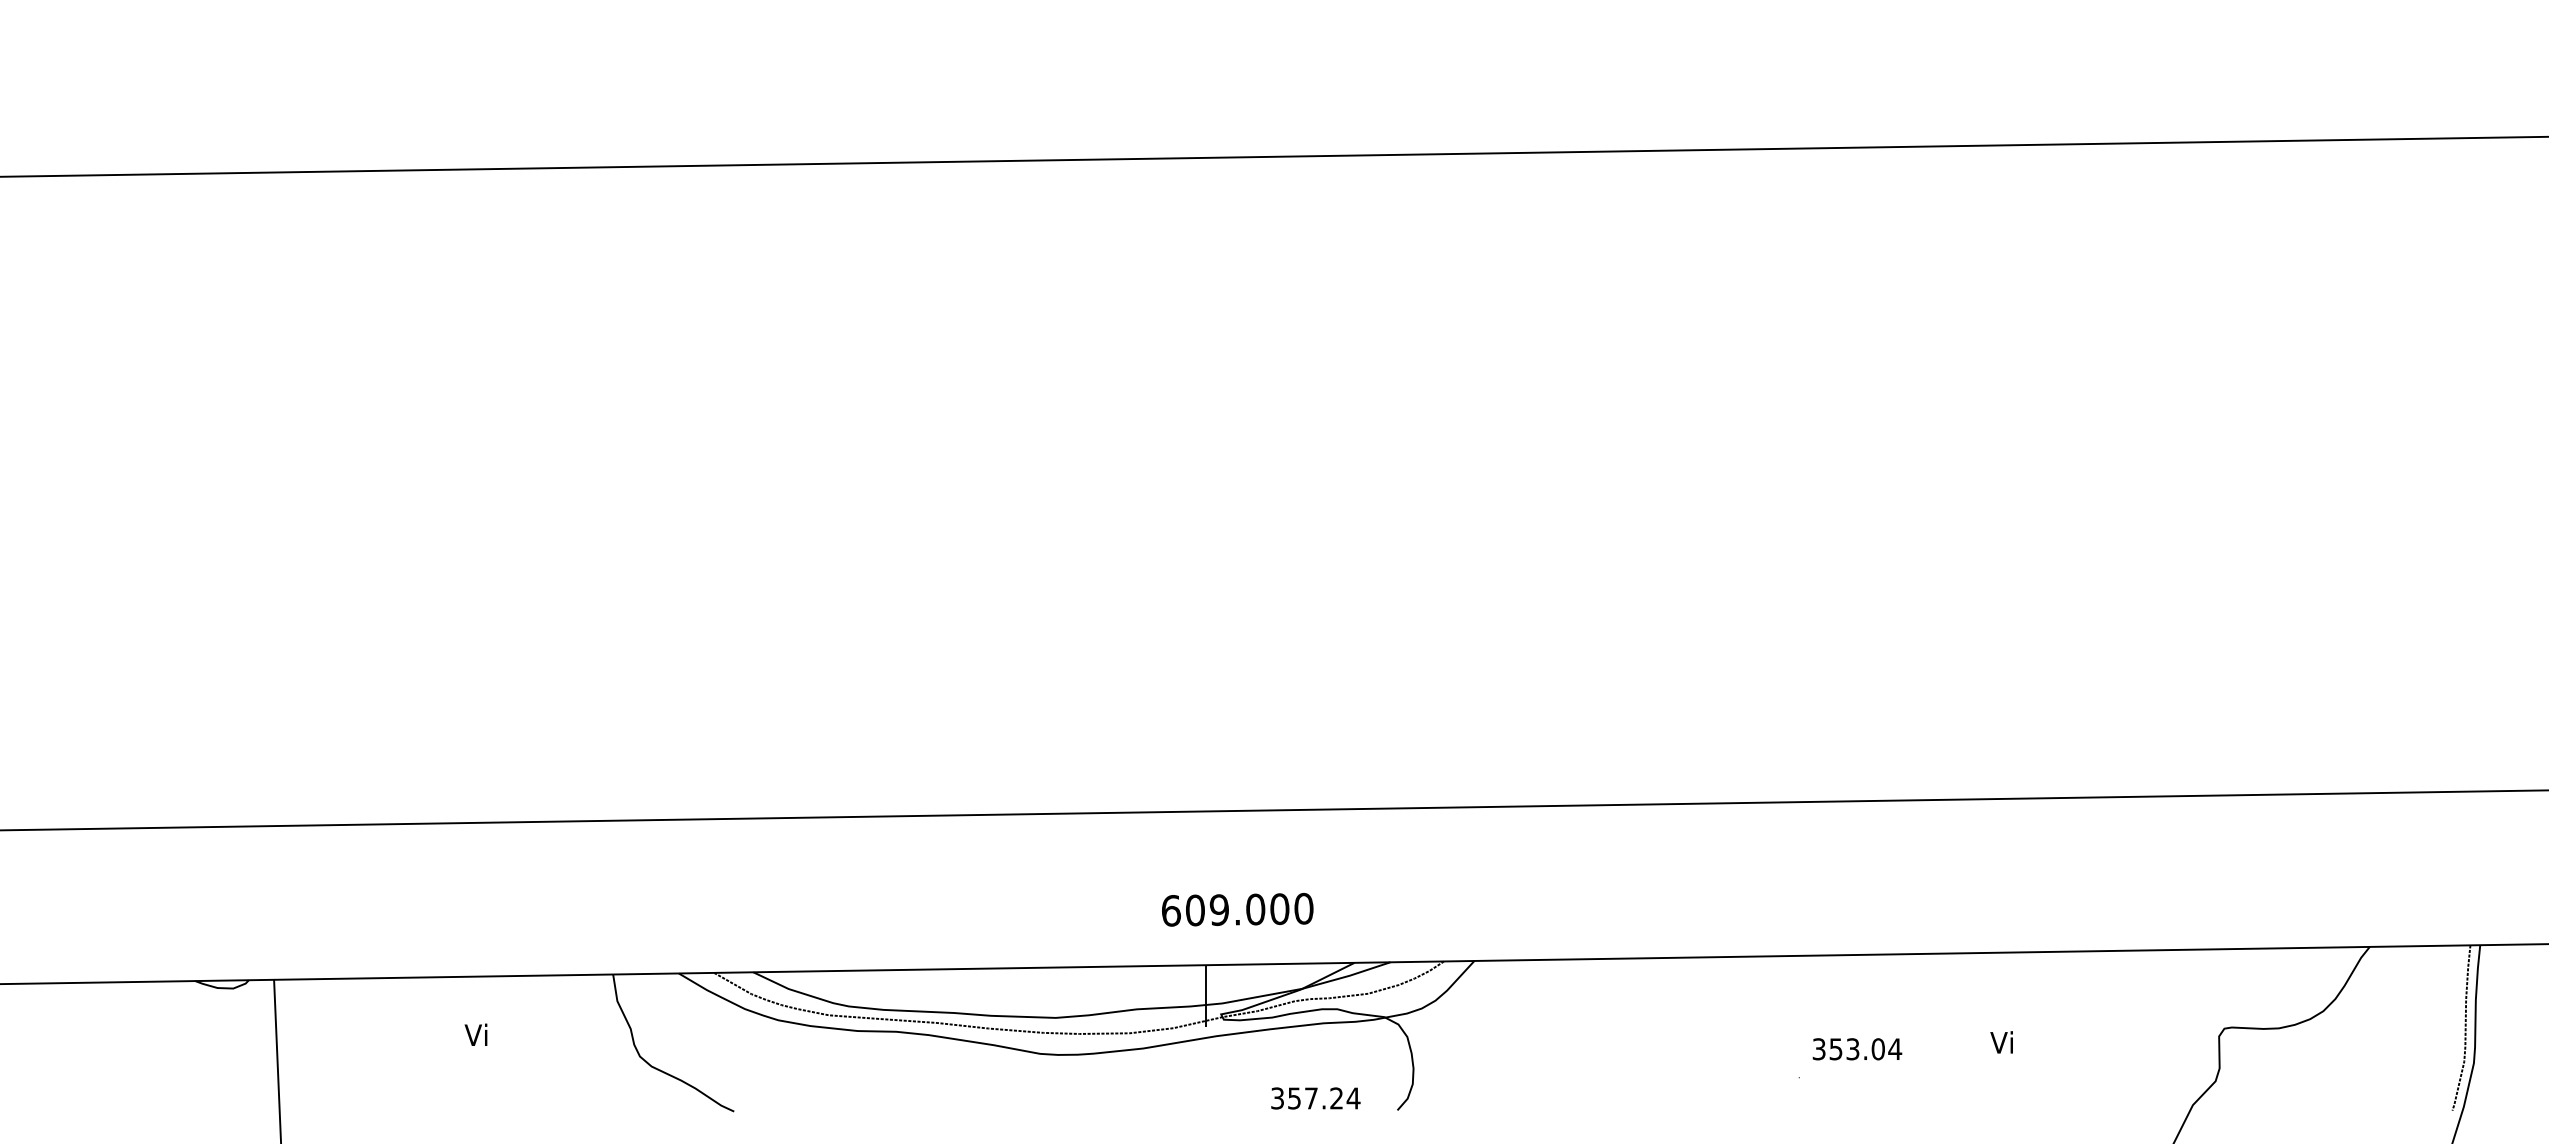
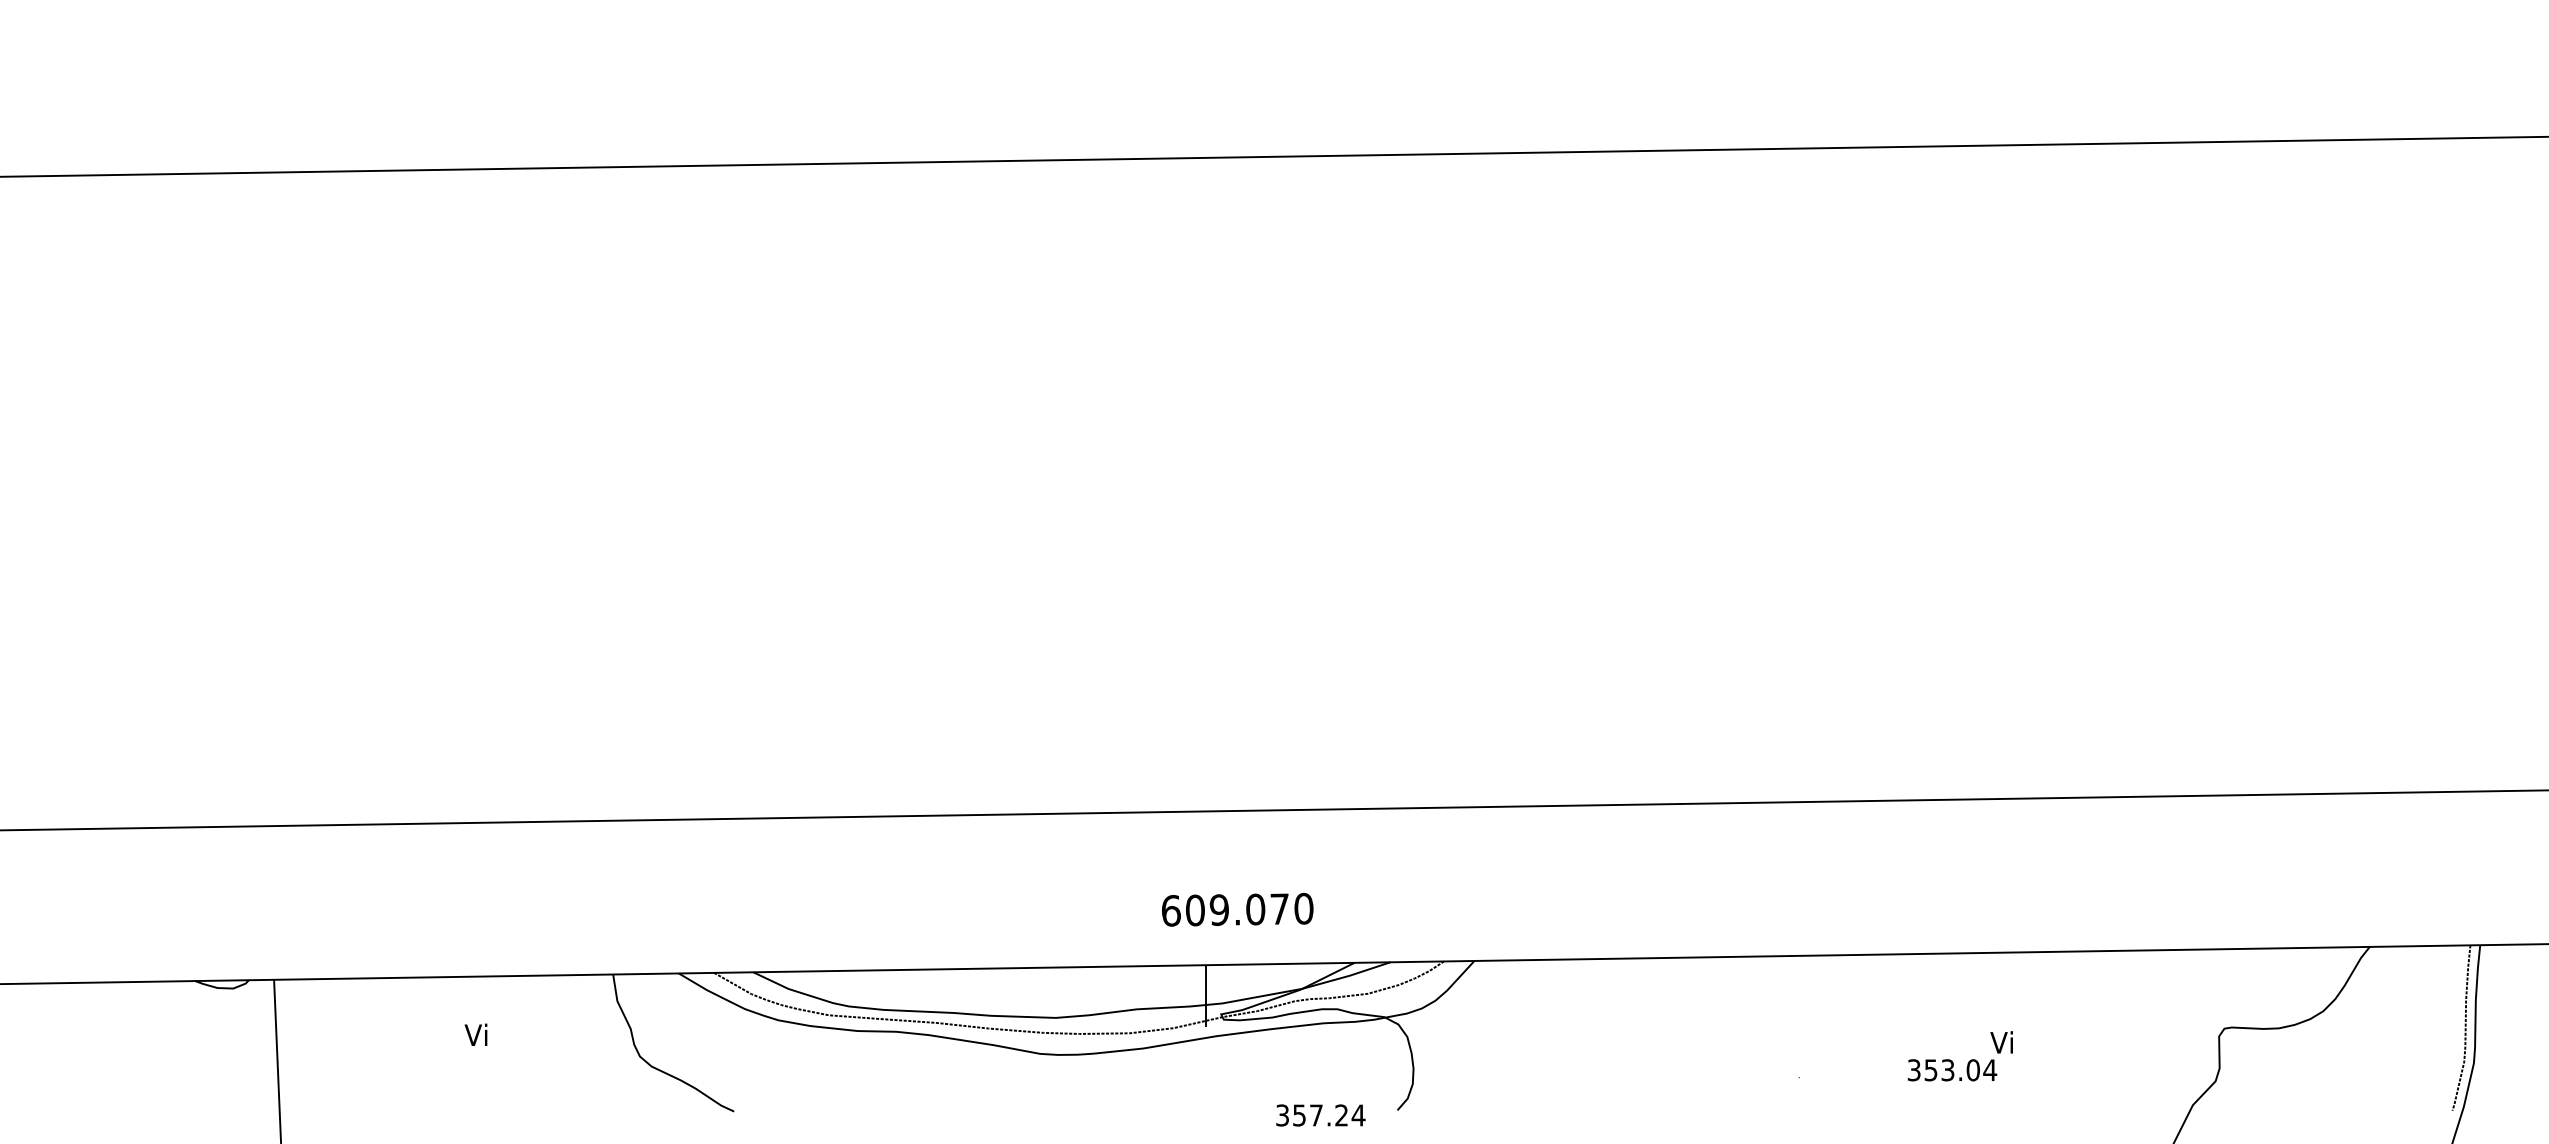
text at (1279, 909): 609.000 -> 609.070
text at (1857, 1049) position: (1857, 1049) -> (1952, 1070)
text at (1315, 1098) position: (1315, 1098) -> (1320, 1115)
